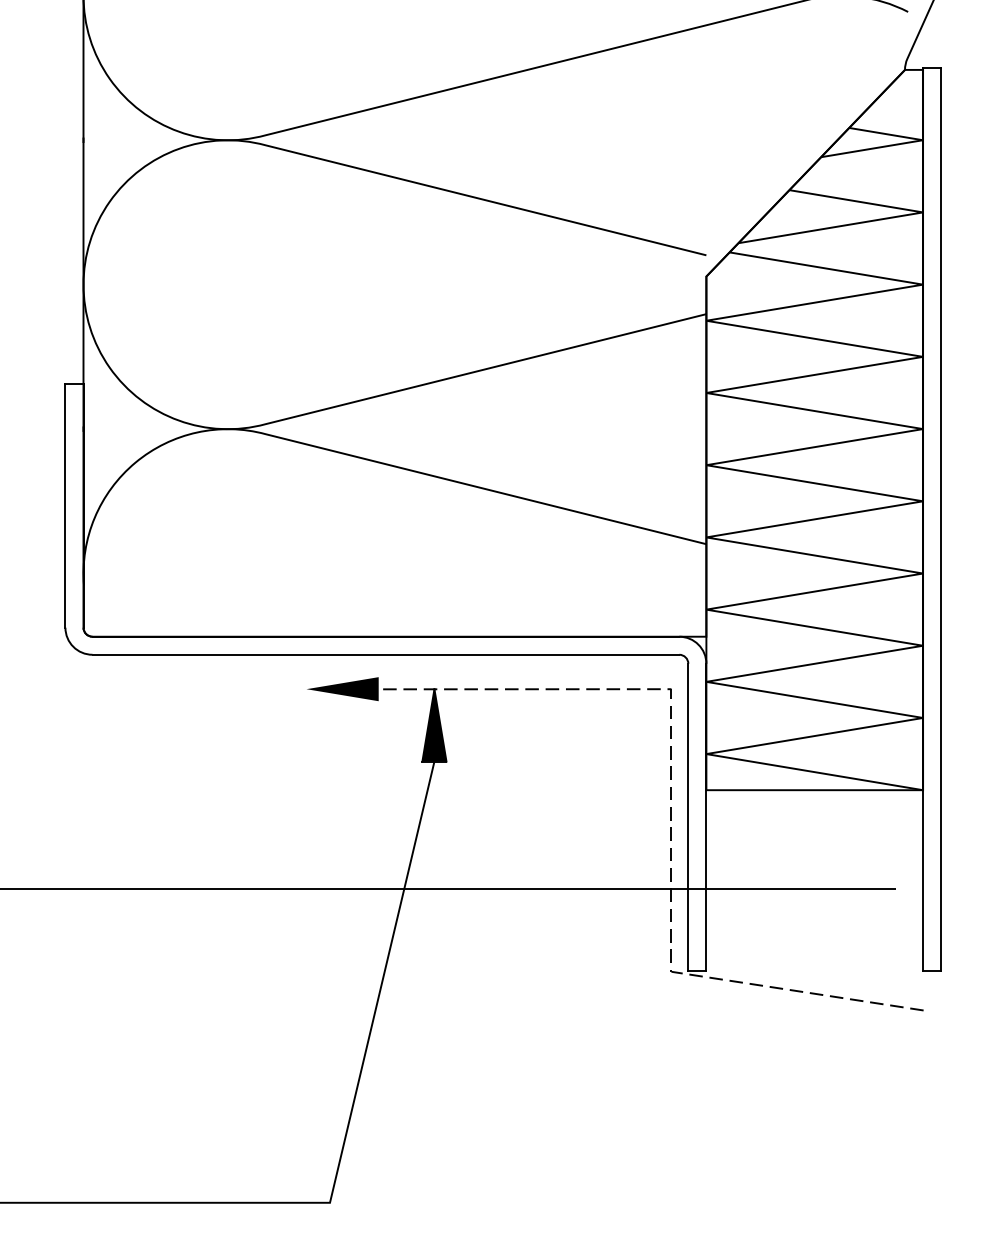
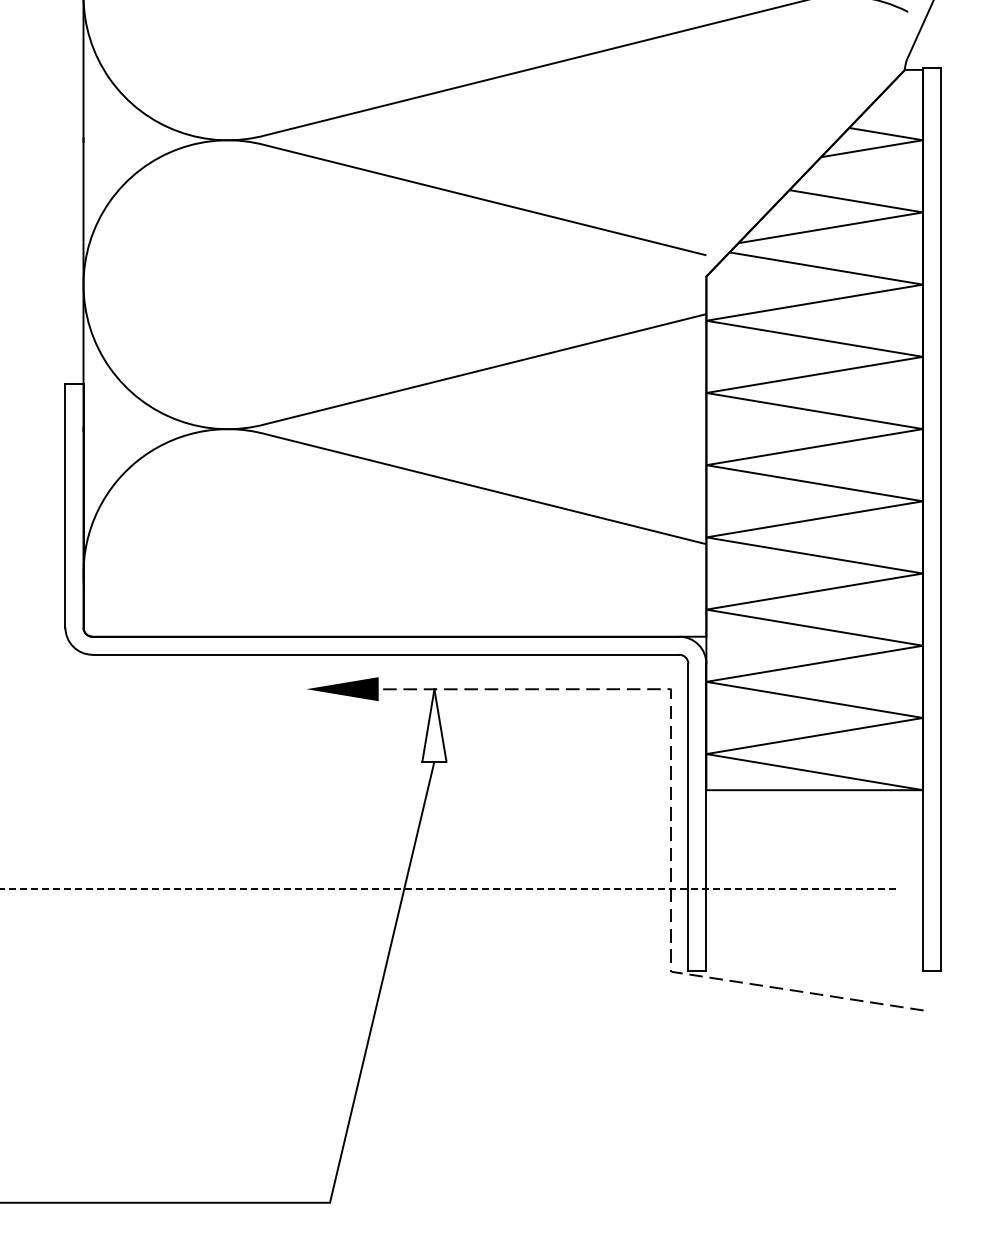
fill at (434, 725): present -> none
line at (448, 889): solid -> dashed
